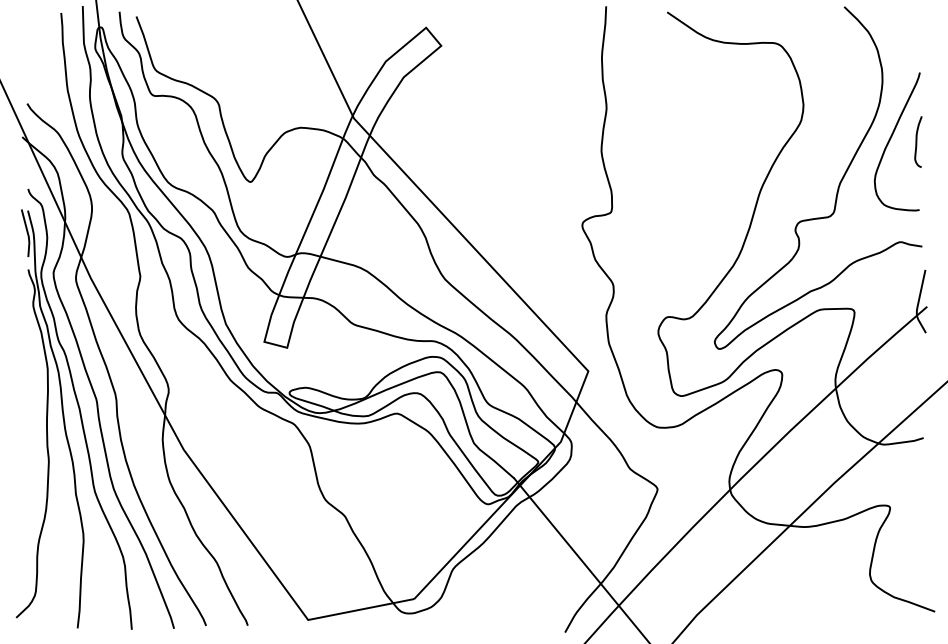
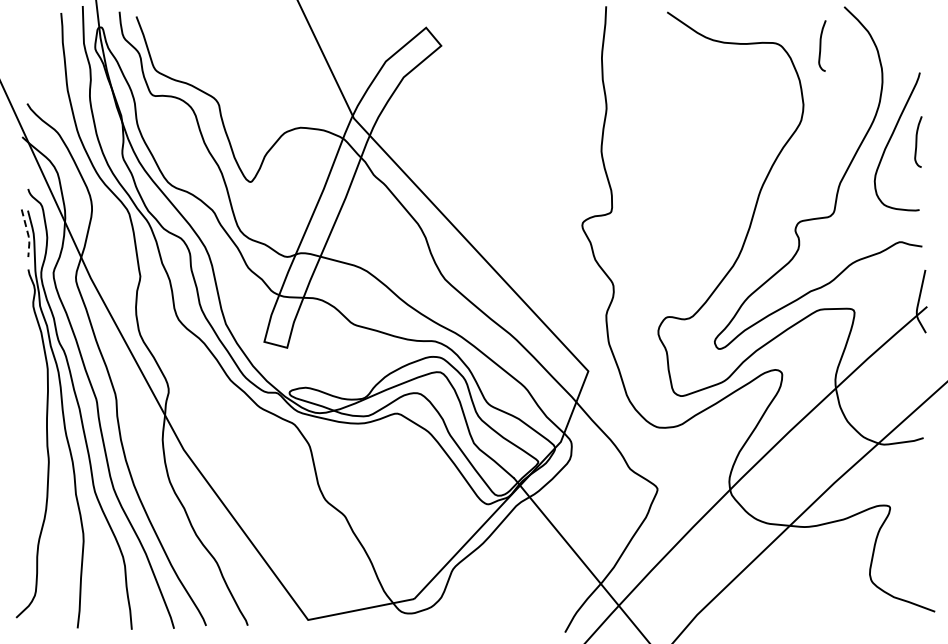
curve at (821, 45): none -> present
line at (28, 234): solid -> dashed
